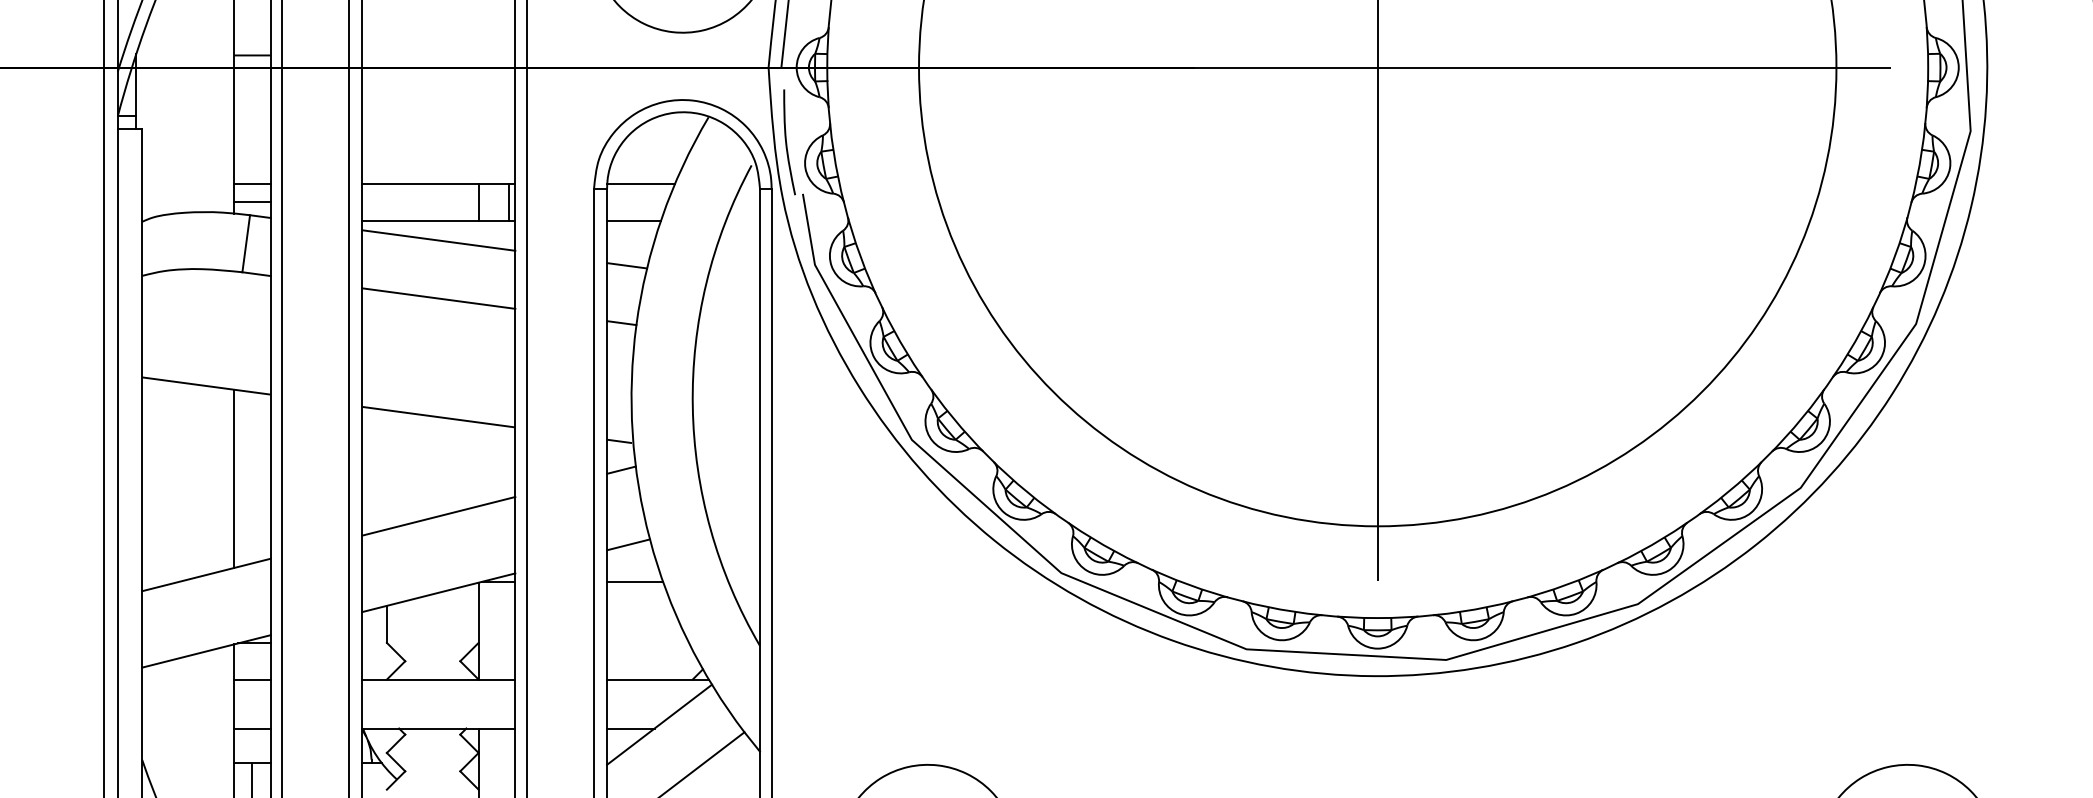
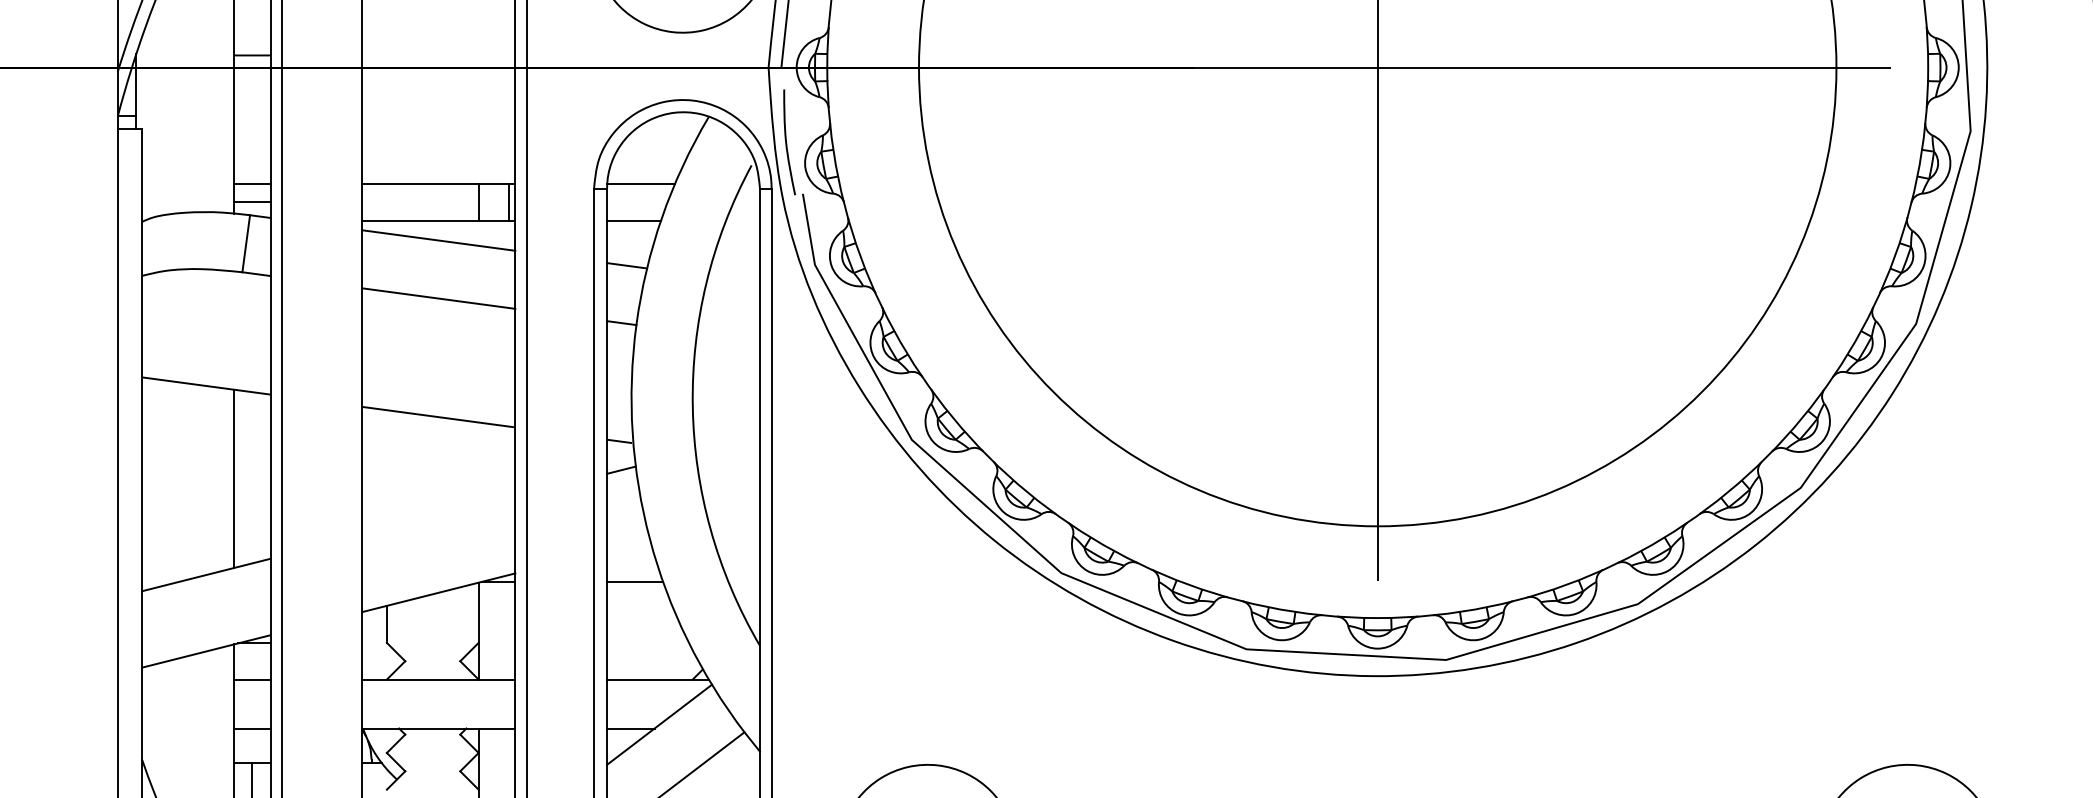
line at (104, 398): present -> none
line at (349, 398): present -> none
line at (438, 515): present -> none
line at (628, 544): present -> none
